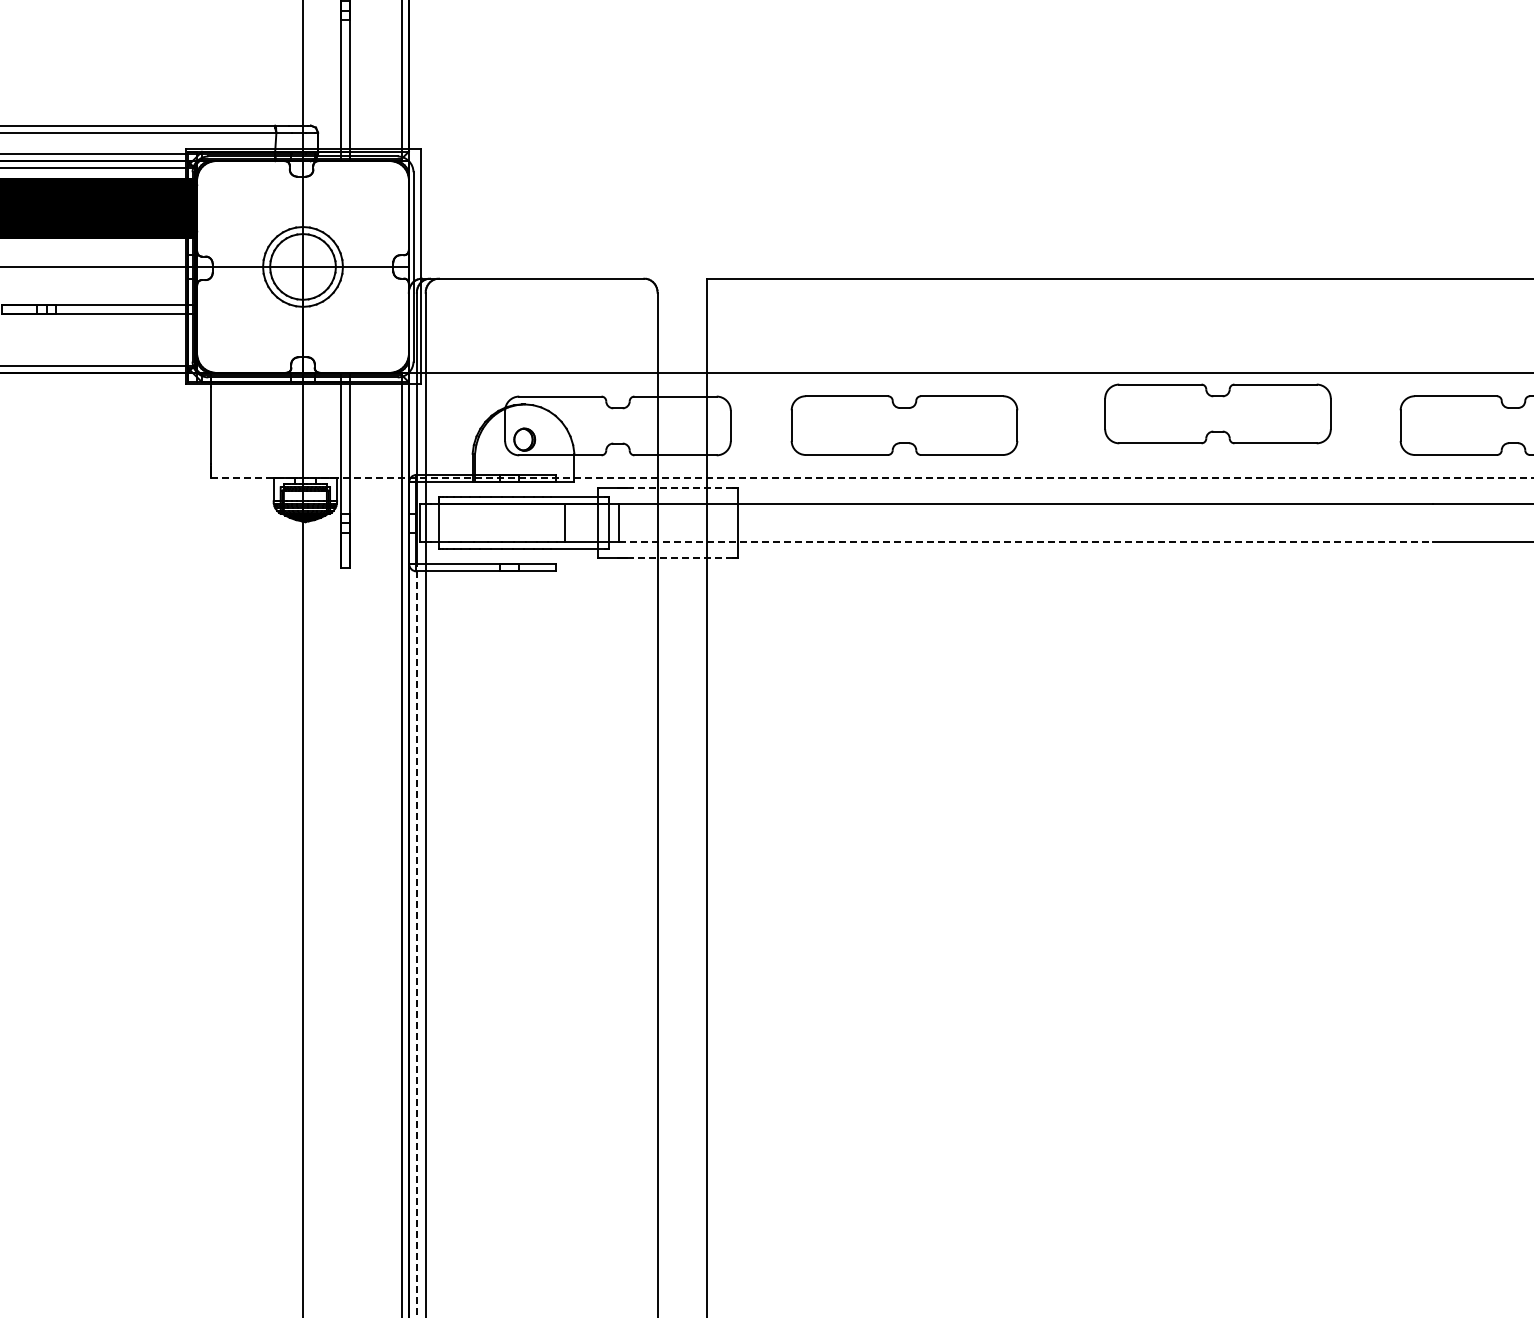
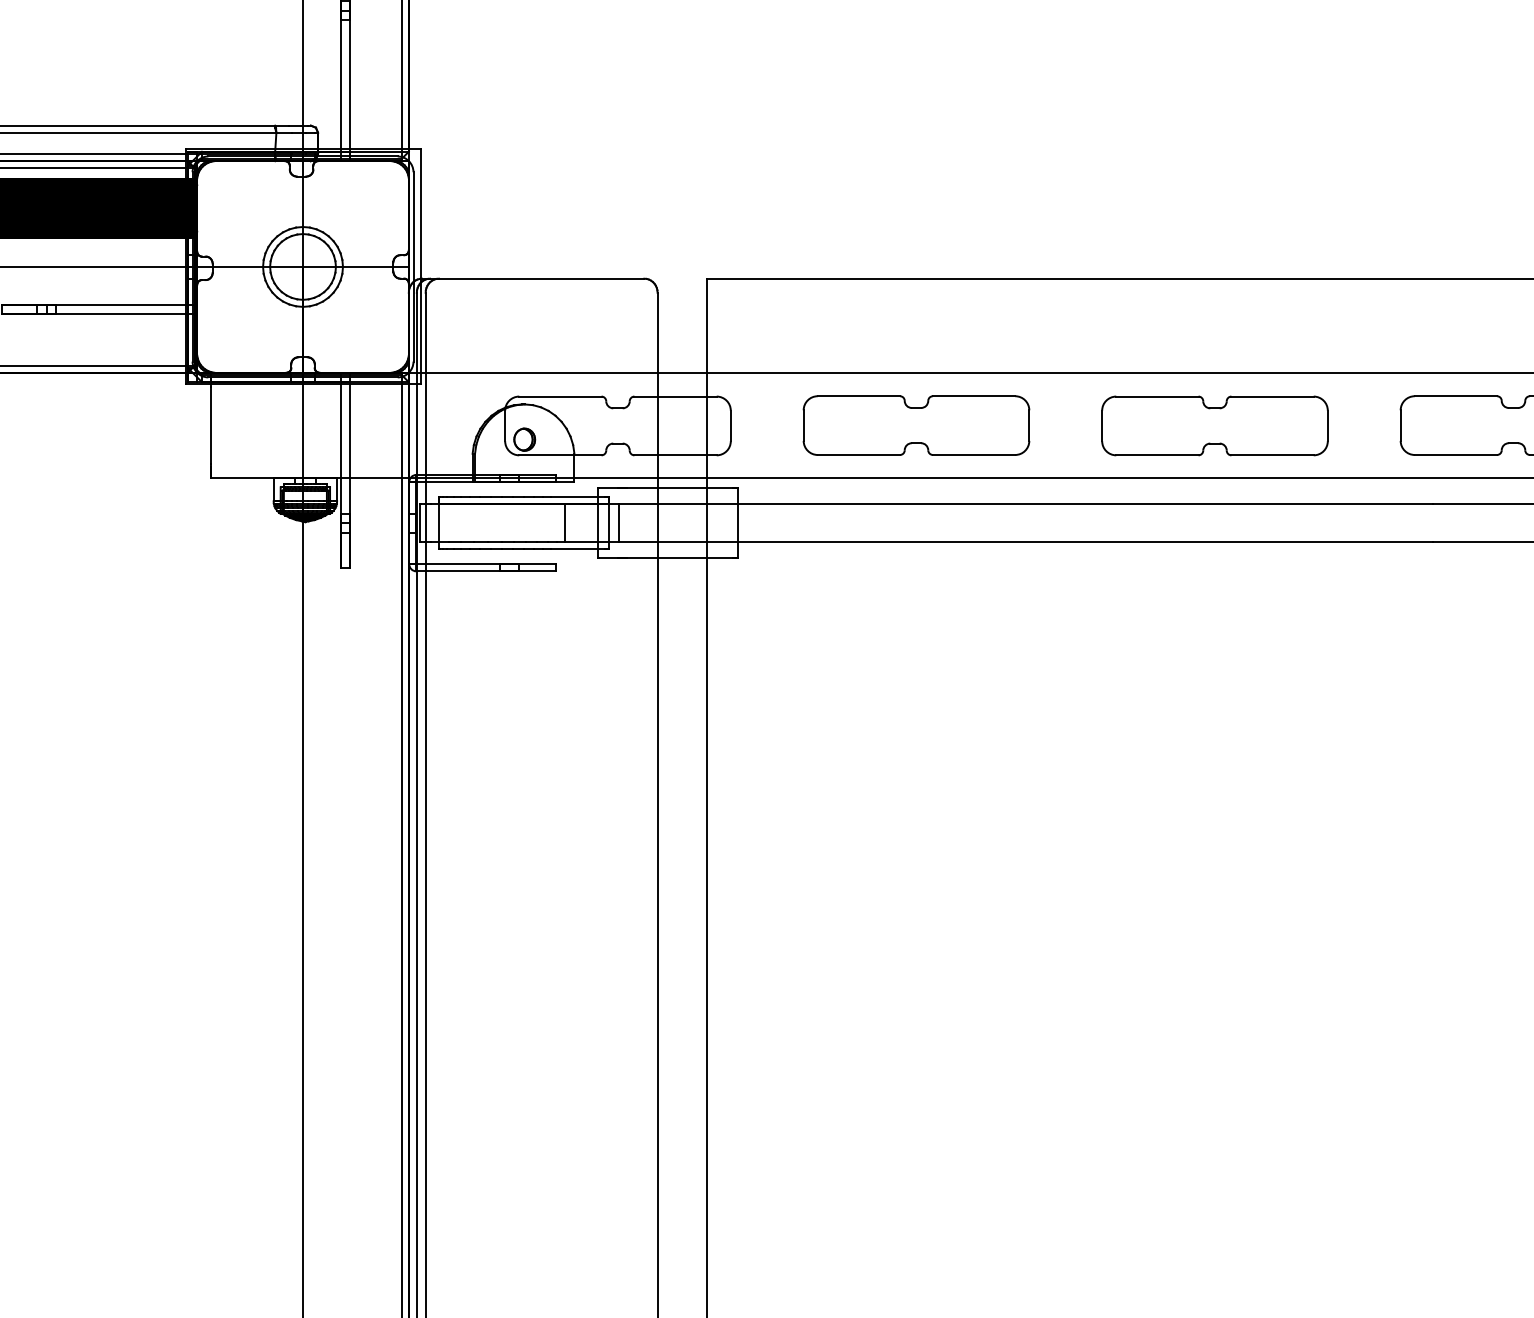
part at (1217, 413) position: (1217, 413) -> (1214, 425)
part at (904, 425) position: (904, 425) -> (916, 425)
line at (872, 478): dashed -> solid
line at (680, 487): dashed -> solid
line at (1026, 541): dashed -> solid
line at (680, 558): dashed -> solid
line at (416, 941): dashed -> solid
